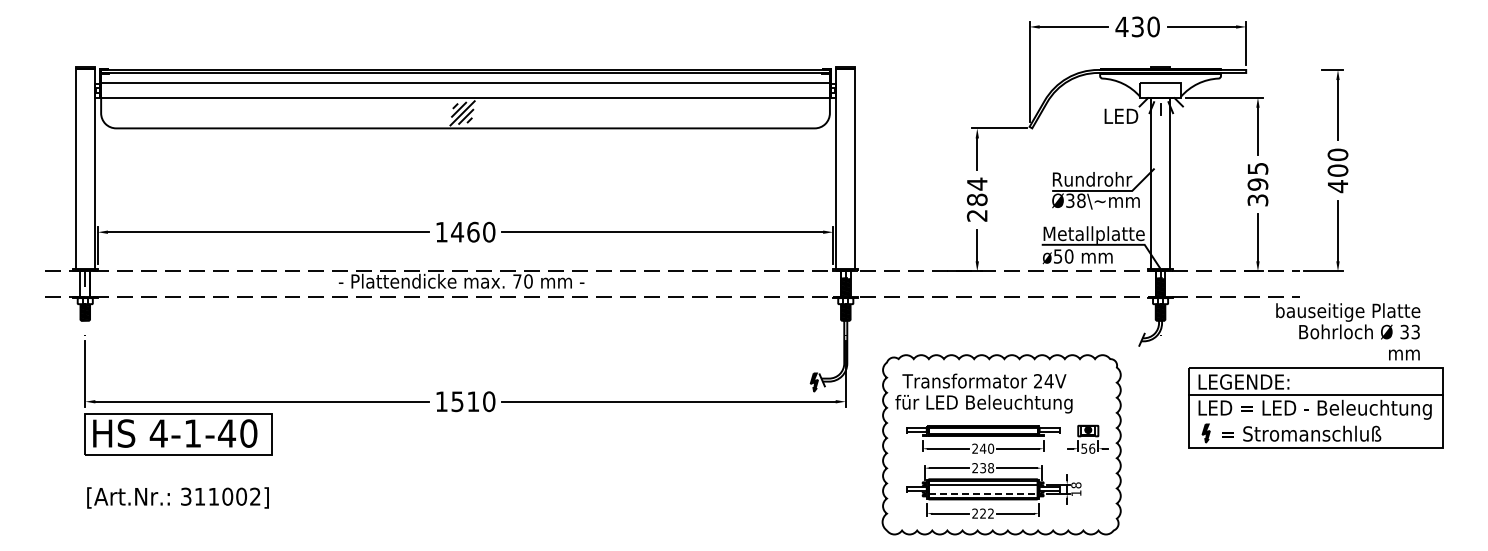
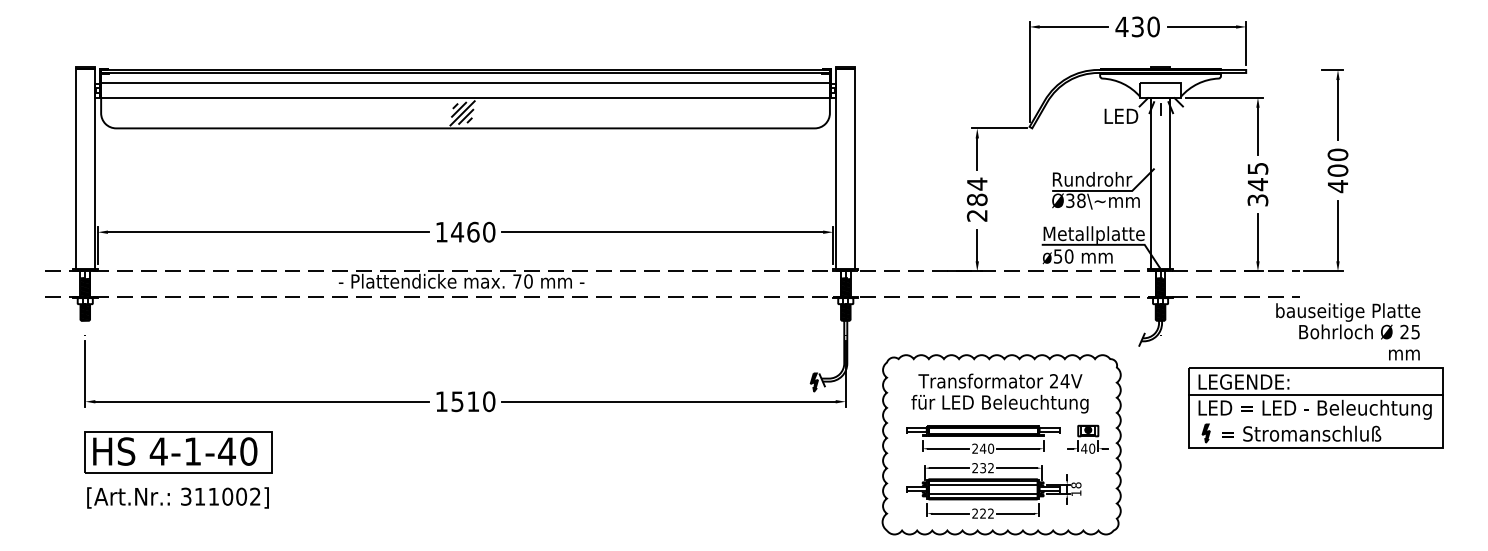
text at (1257, 184): 395 -> 345
hatch at (85, 286): none -> present
text at (1409, 331): 33 -> 25
text at (983, 393) position: (983, 393) -> (999, 393)
part at (178, 434) position: (178, 434) -> (178, 452)
text at (1088, 448): 56 -> 40
text at (991, 468): 238 -> 232
line at (983, 493): dashed -> solid
